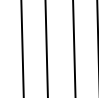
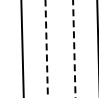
line at (74, 48): solid -> dashed
line at (46, 49): solid -> dashed
